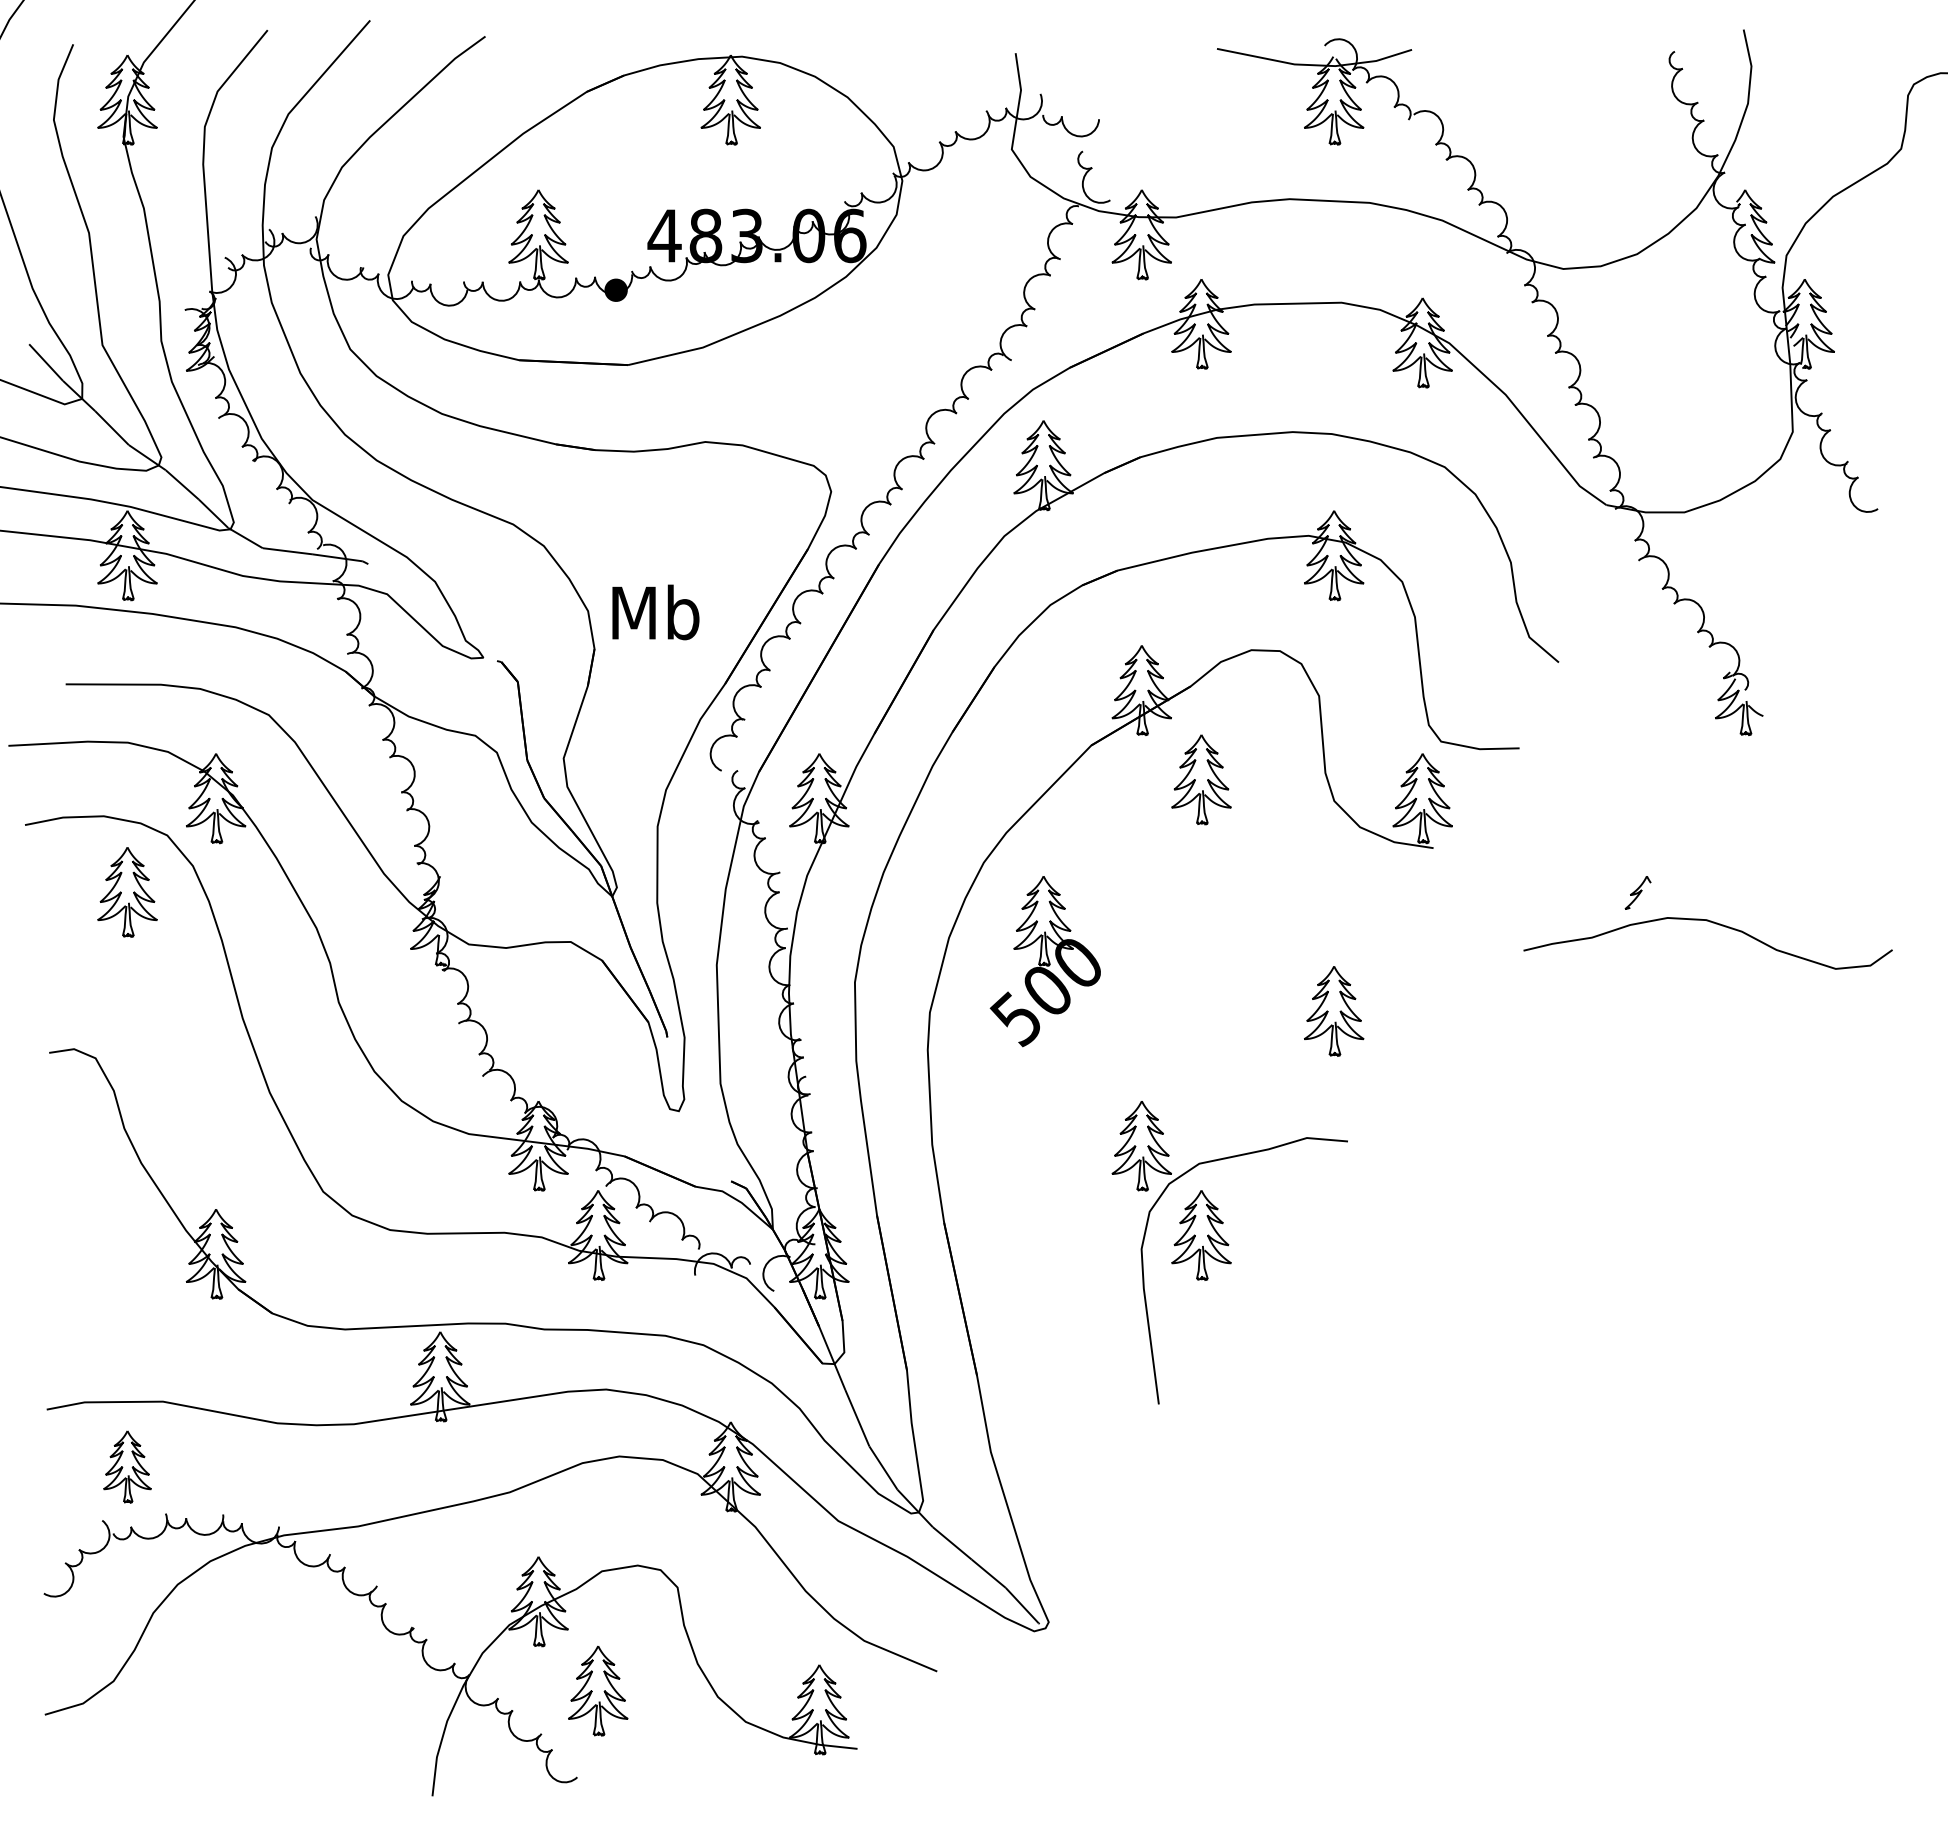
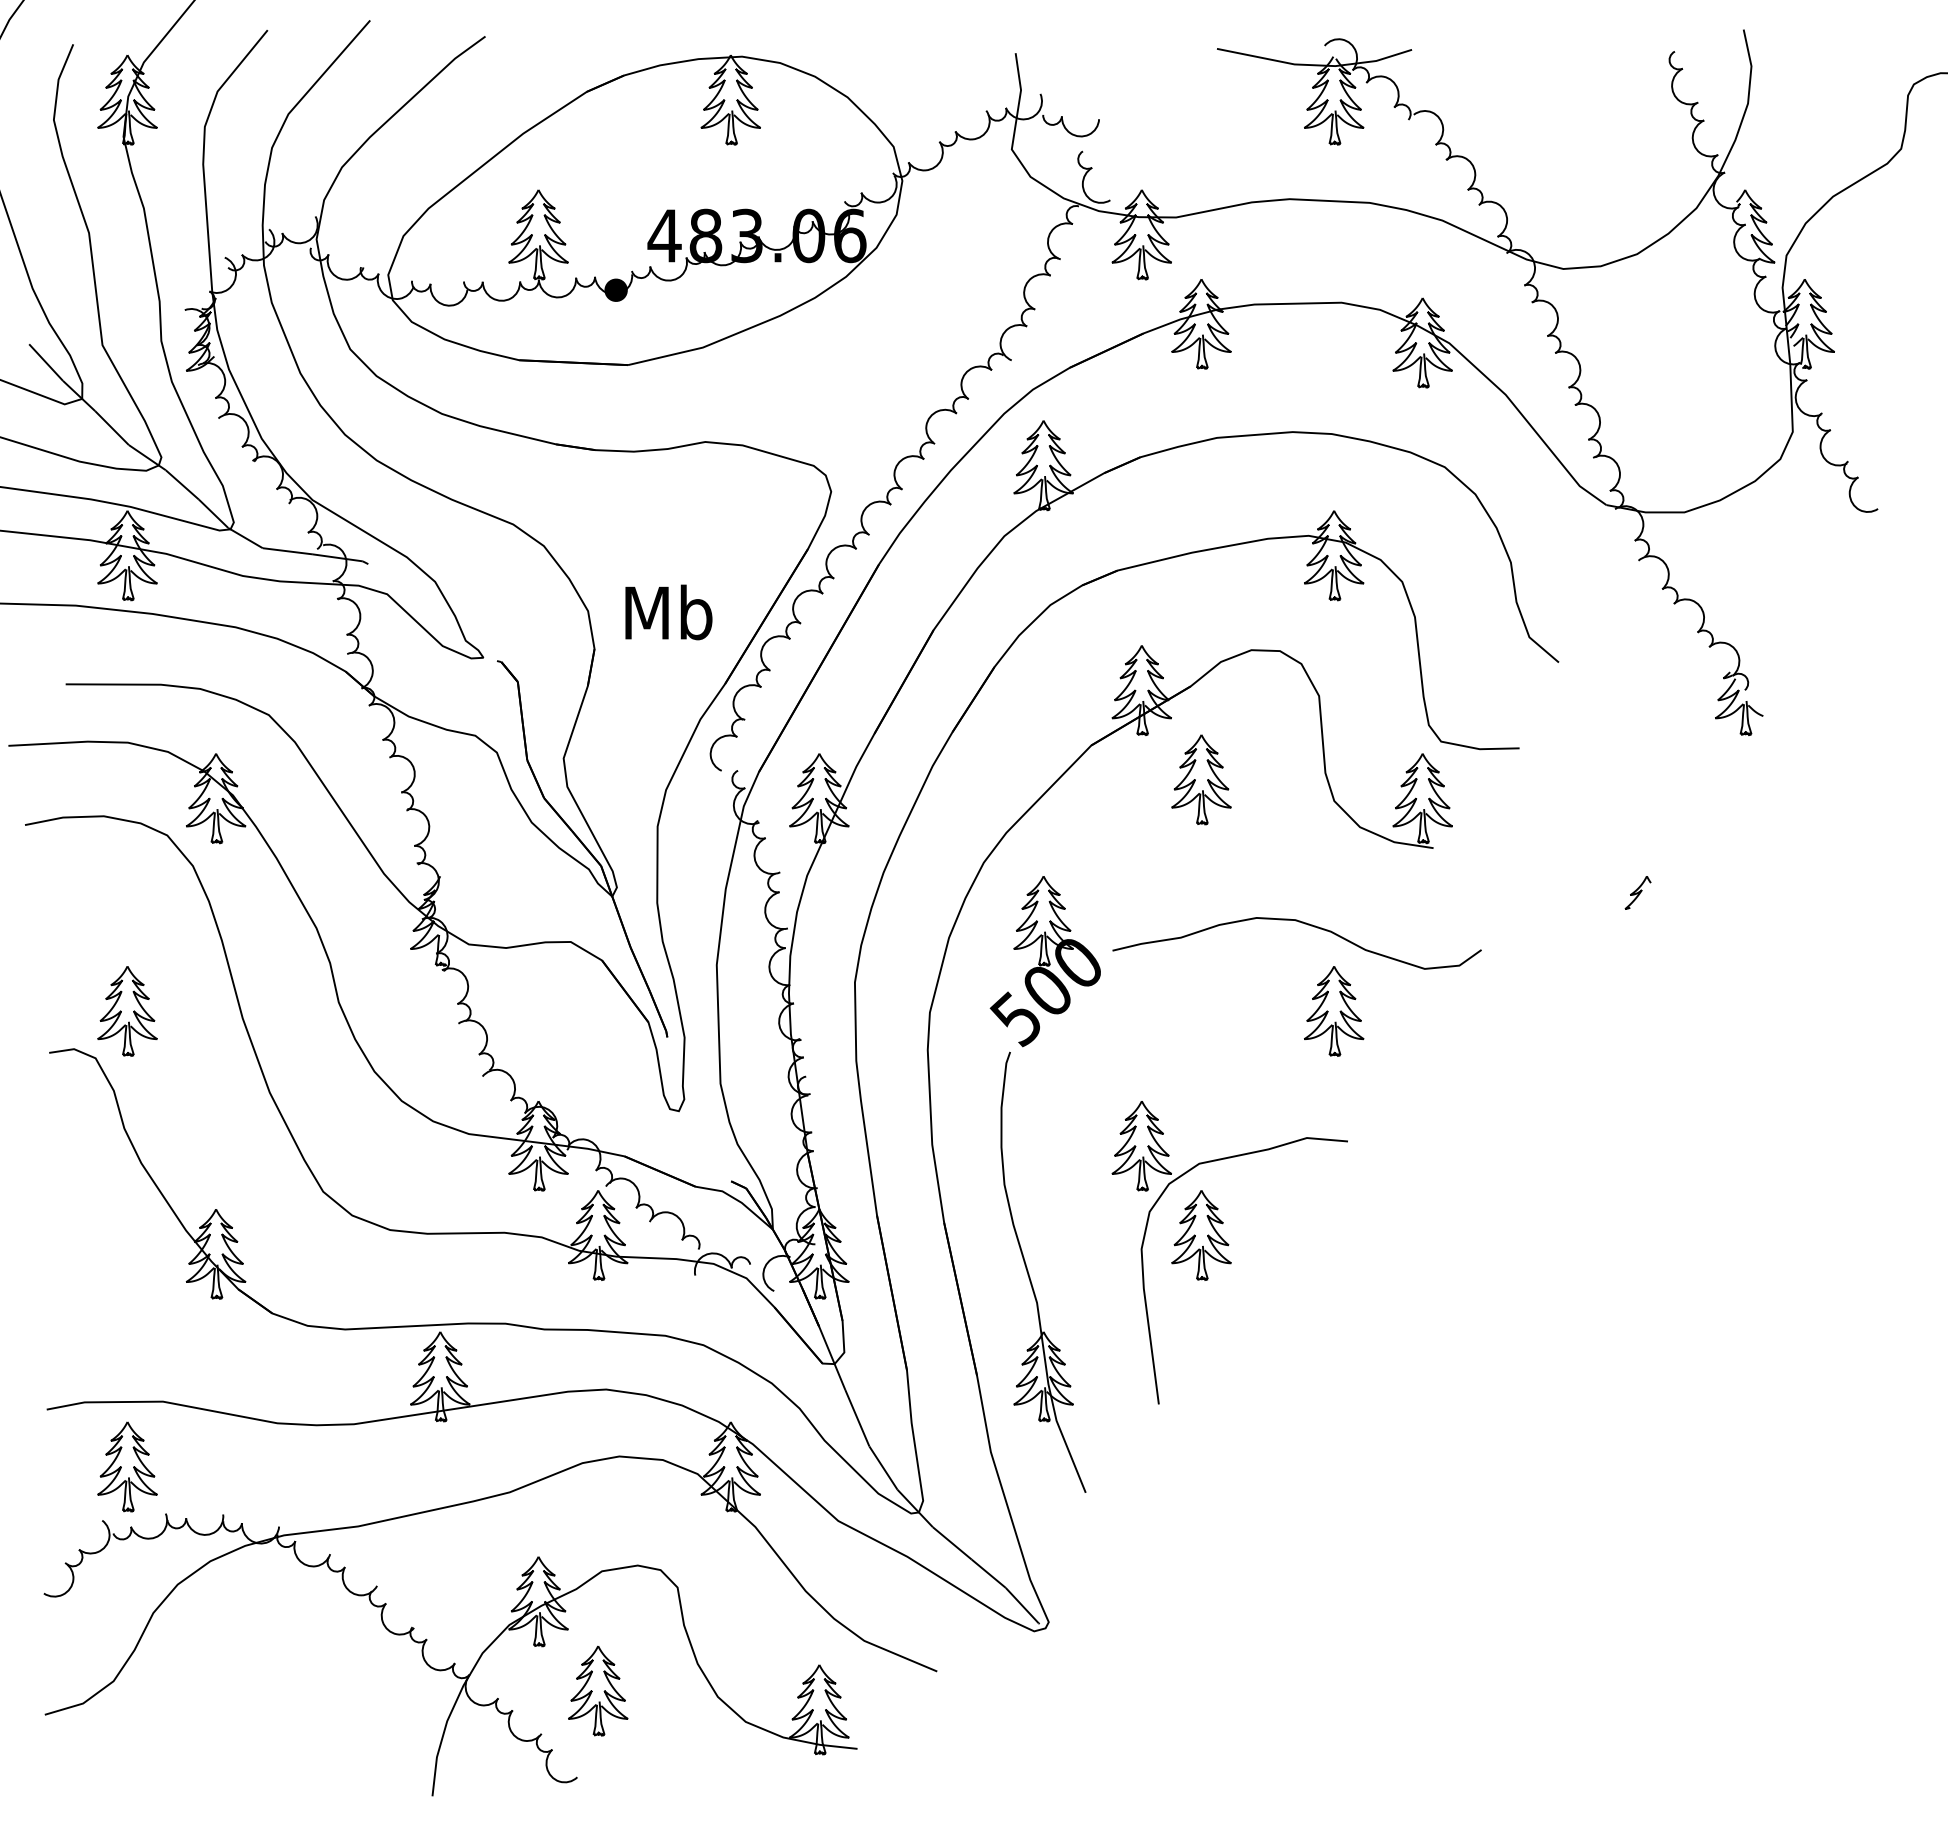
text at (655, 612) position: (655, 612) -> (668, 612)
part at (127, 892) position: (127, 892) -> (127, 1011)
curve at (1712, 923) position: (1712, 923) -> (1301, 923)
part at (1029, 1273): none -> present
part at (127, 1466) size: 49x74 px -> 61x92 px
